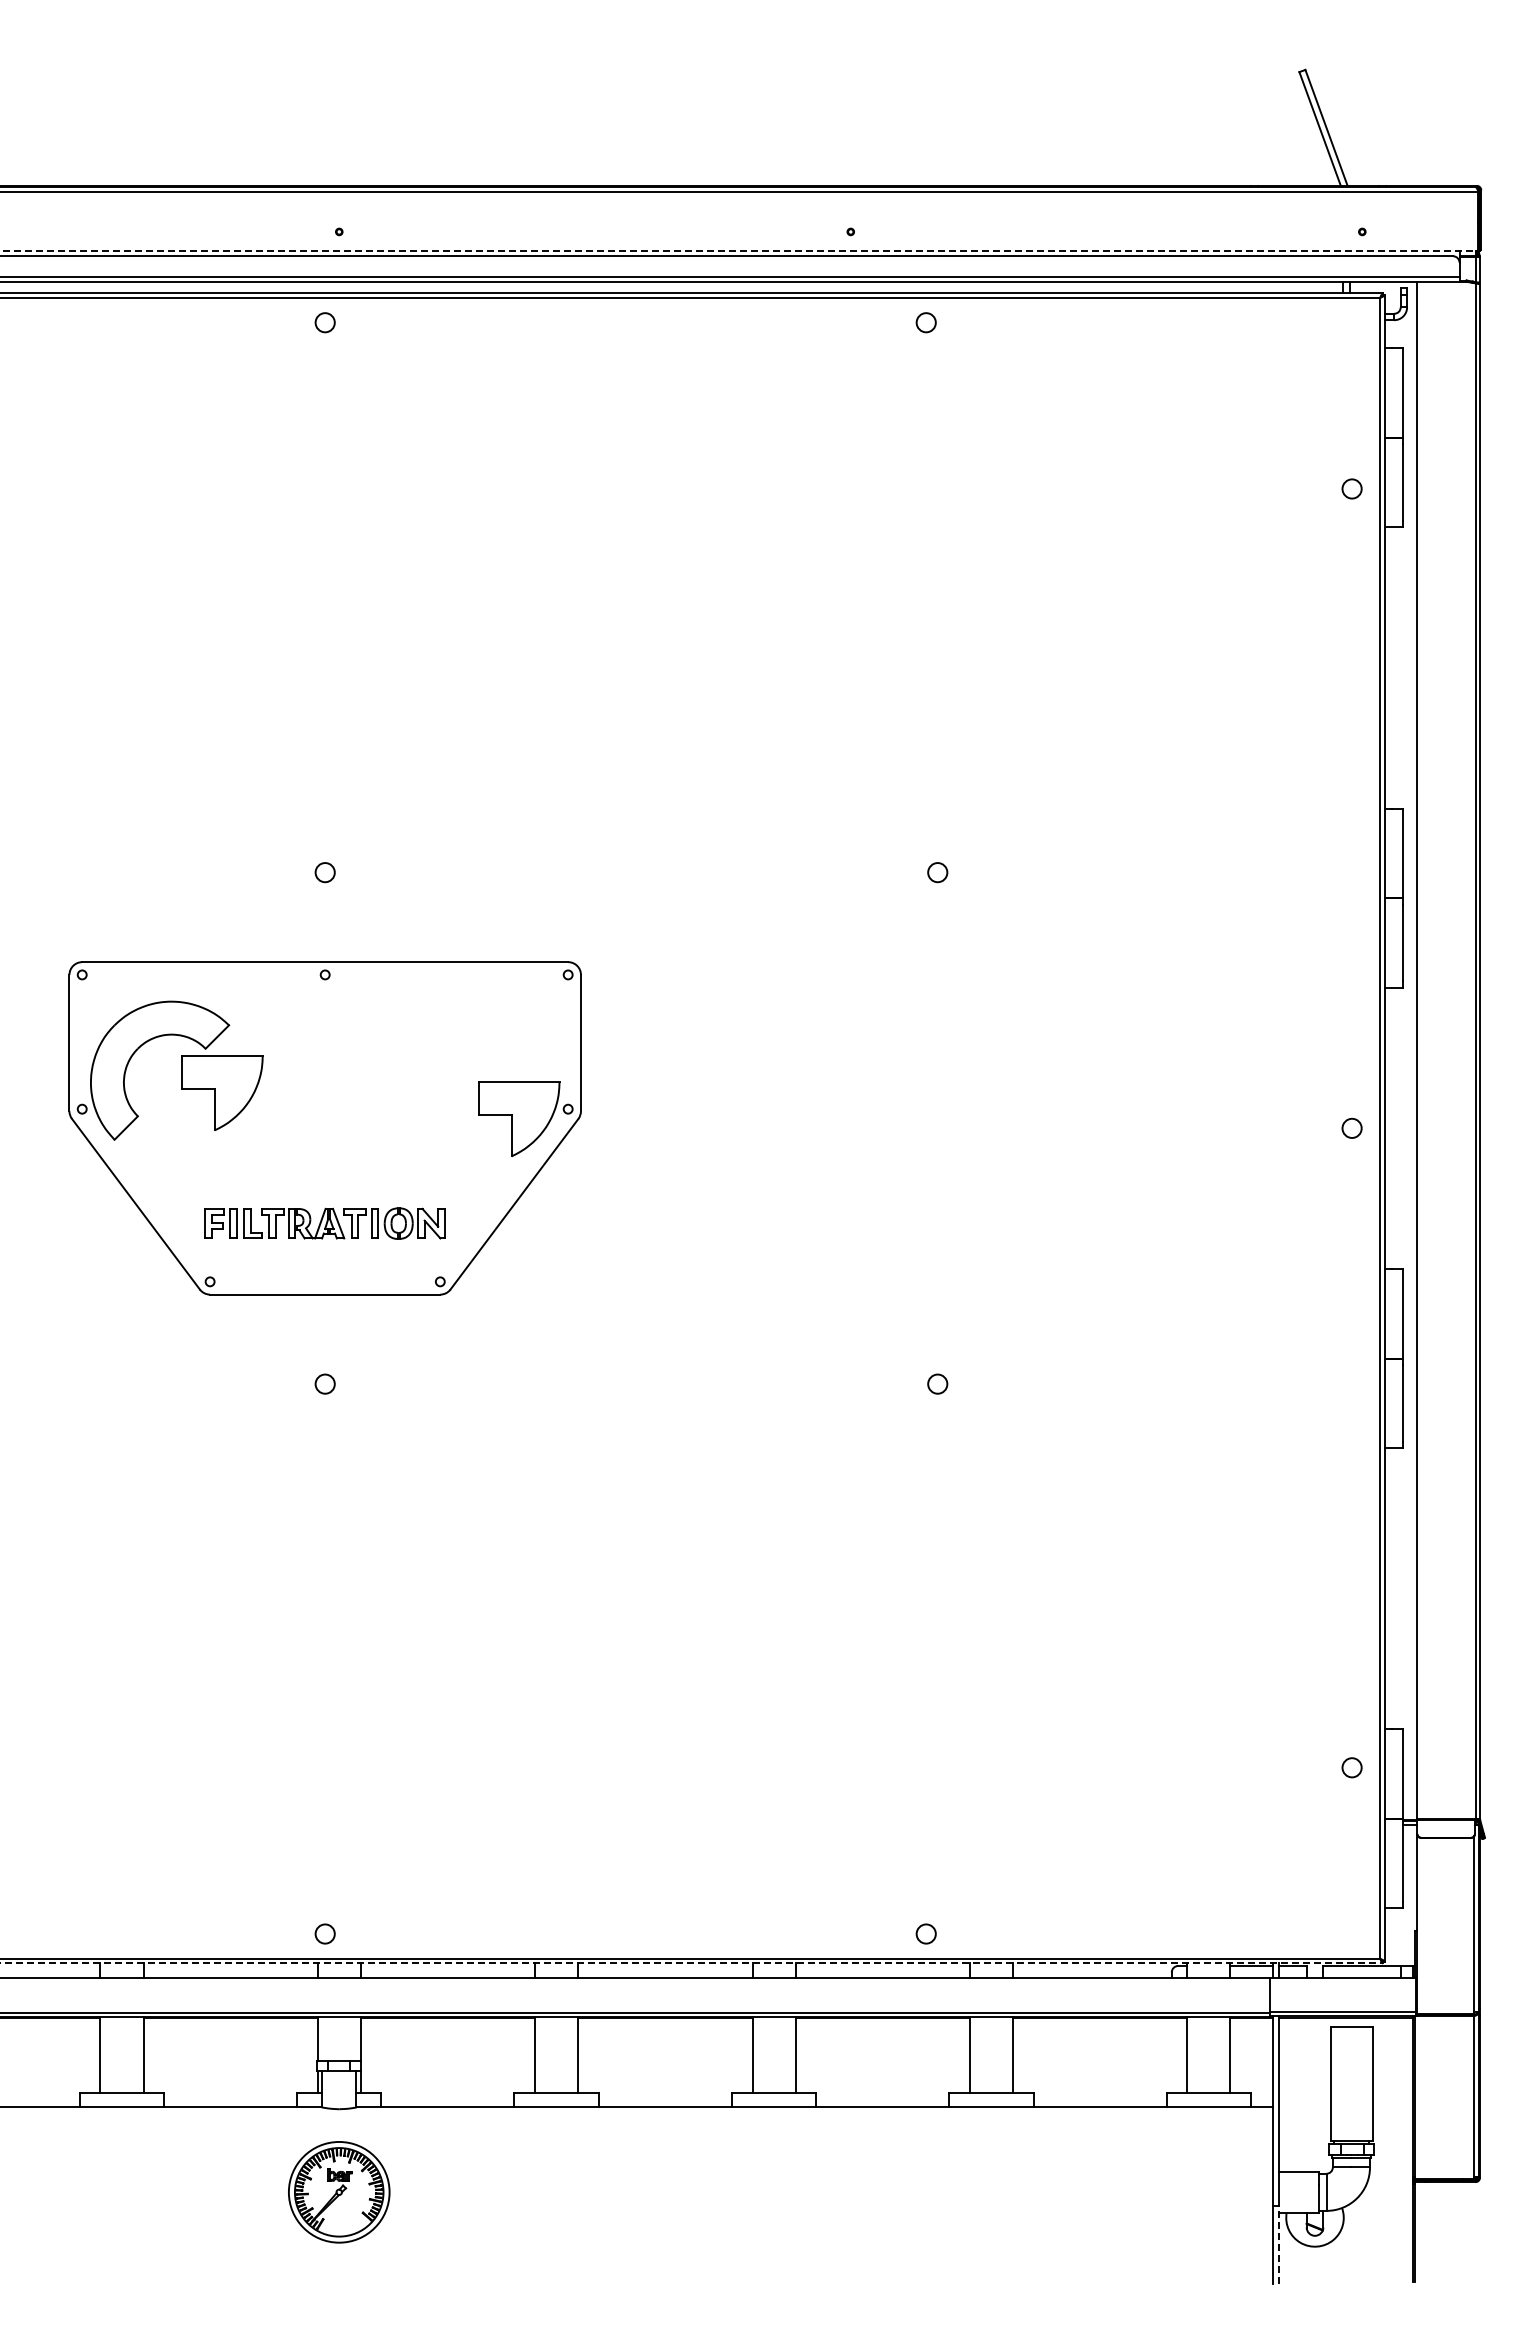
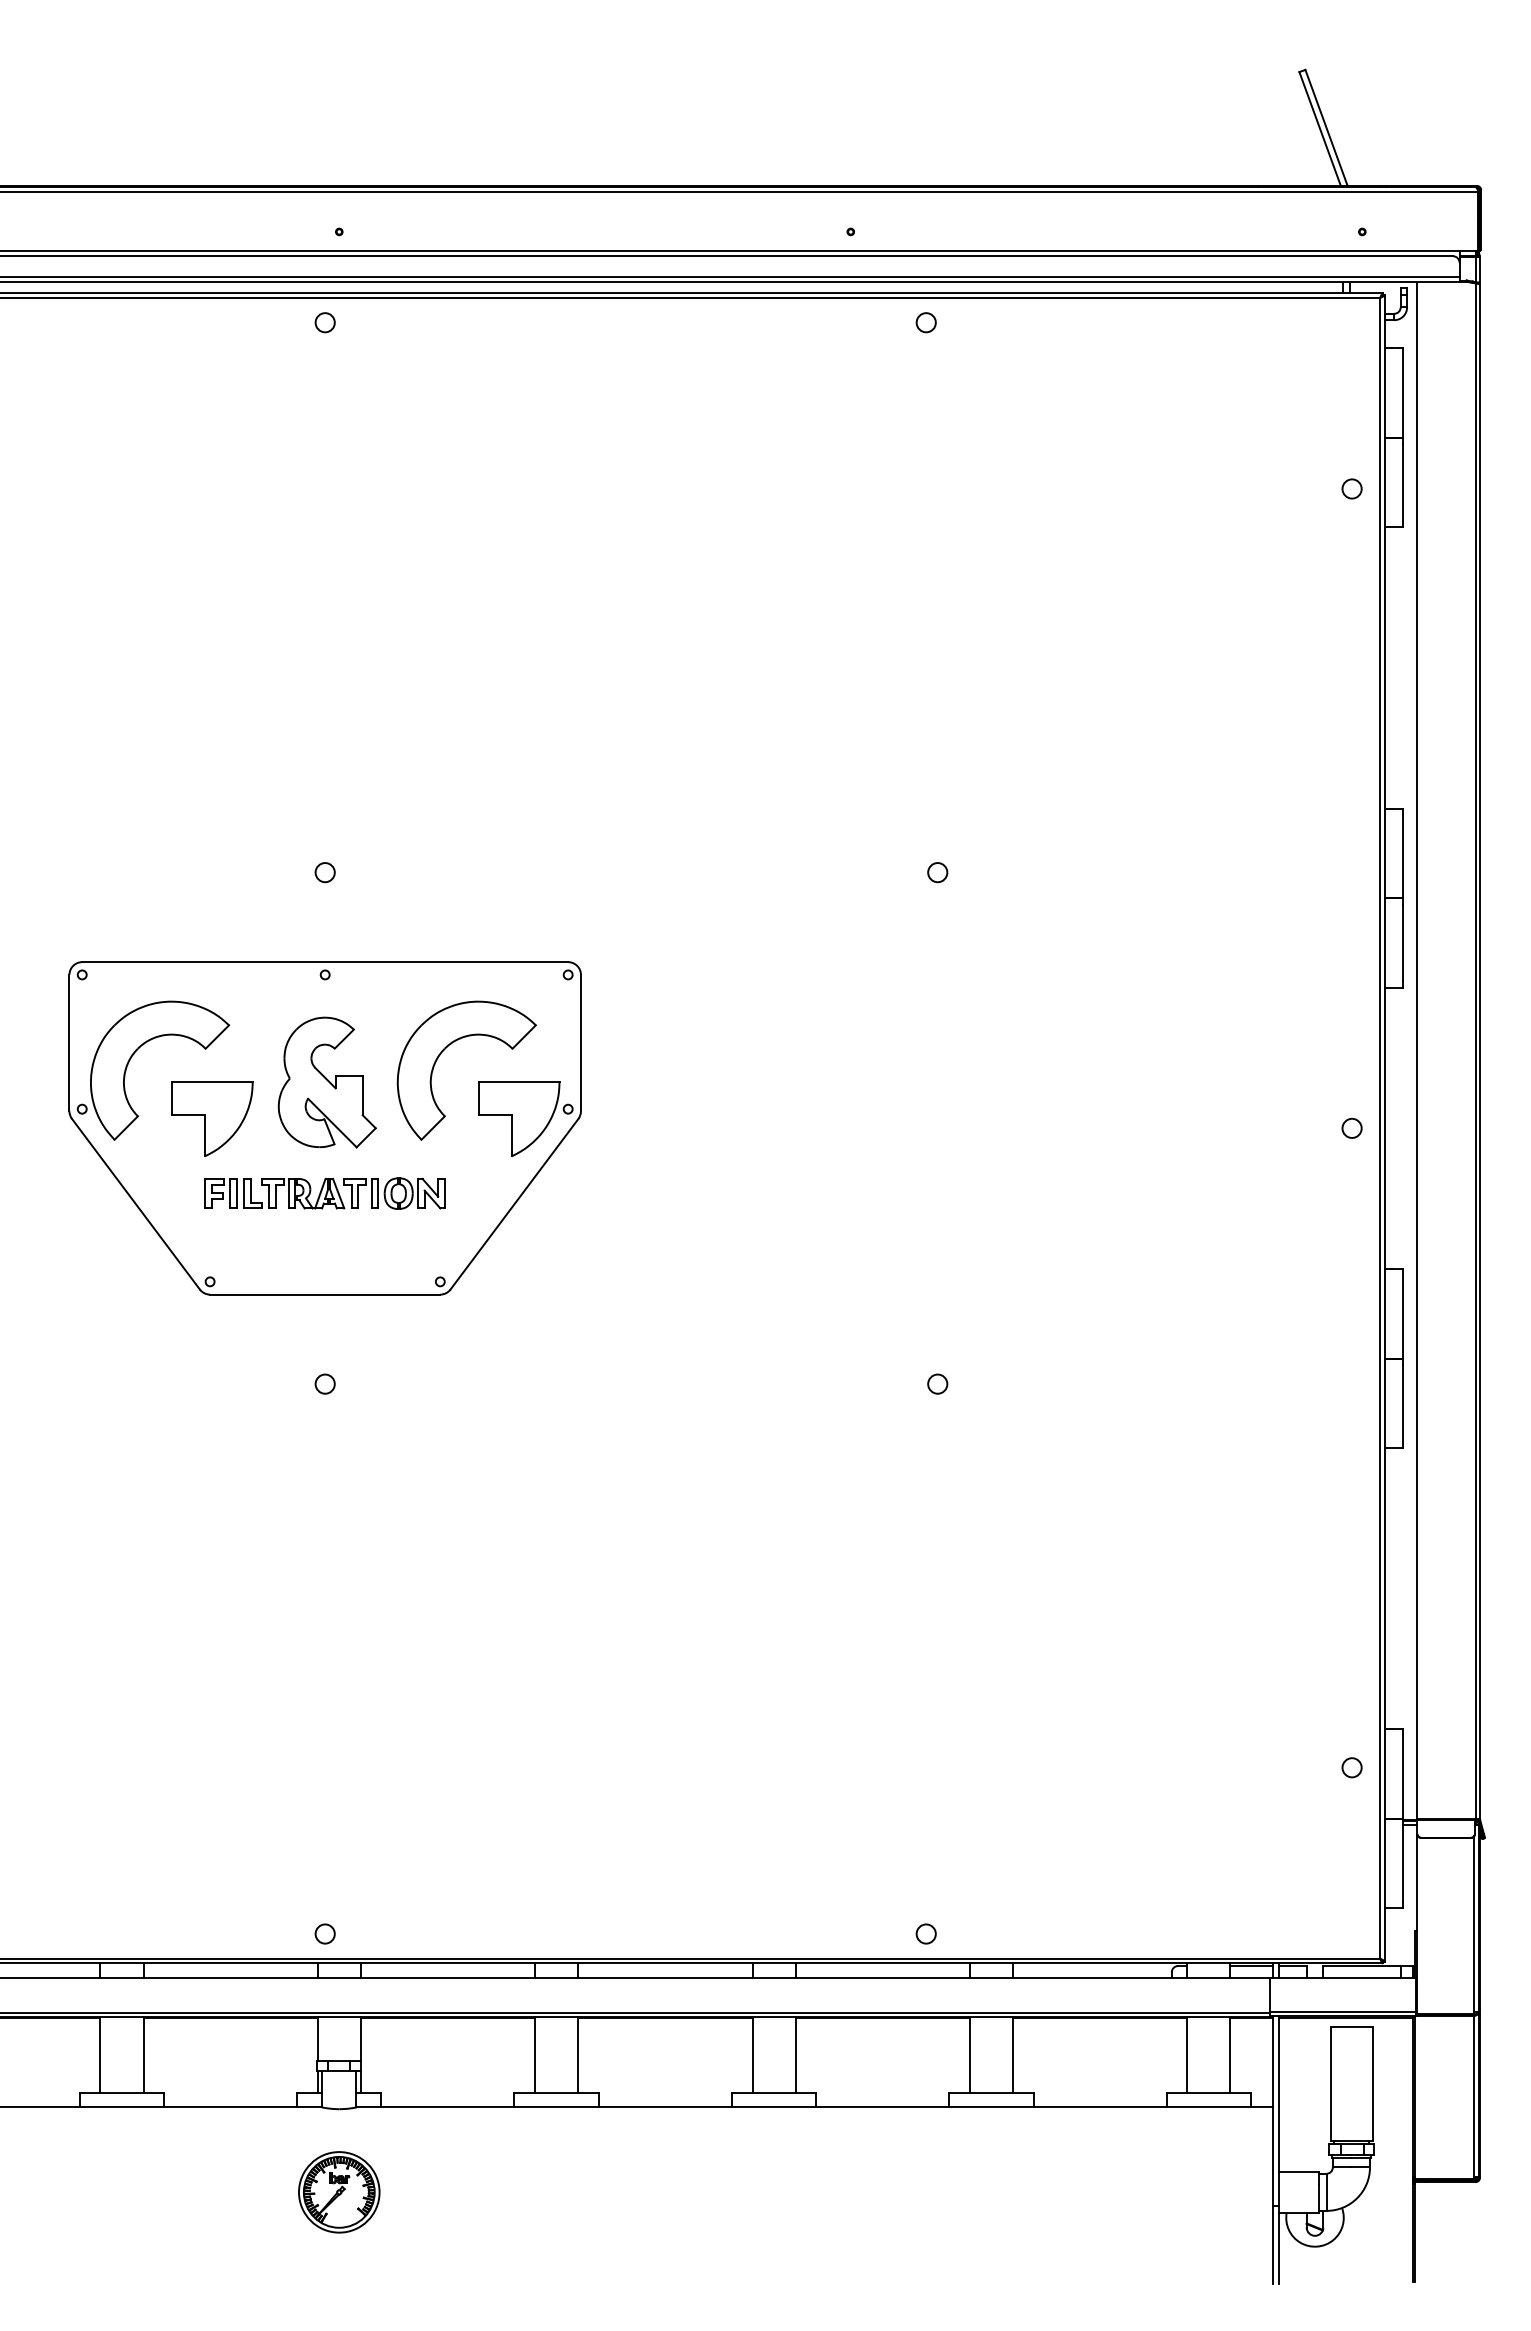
line at (739, 251): dashed -> solid
part at (441, 1054): none -> present
part at (326, 1082): none -> present
part at (222, 1092) position: (222, 1092) -> (212, 1118)
part at (324, 1223) position: (324, 1223) -> (324, 1193)
line at (692, 1963): dashed -> solid
part at (339, 2192) size: 103x103 px -> 83x83 px
line at (1279, 2244): dashed -> solid
